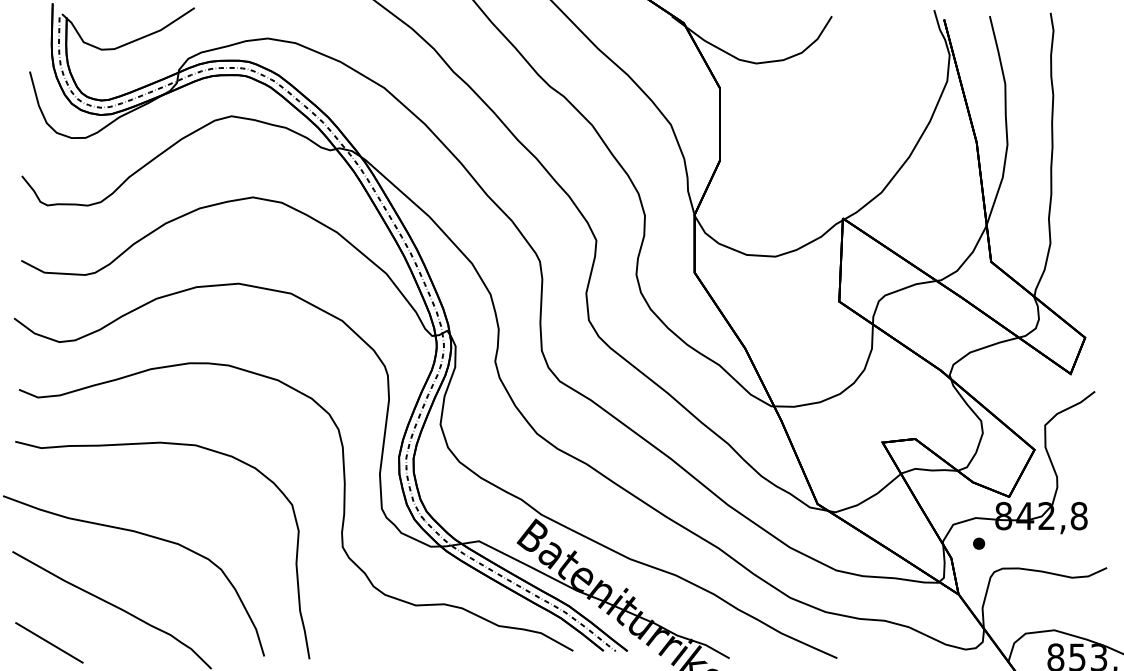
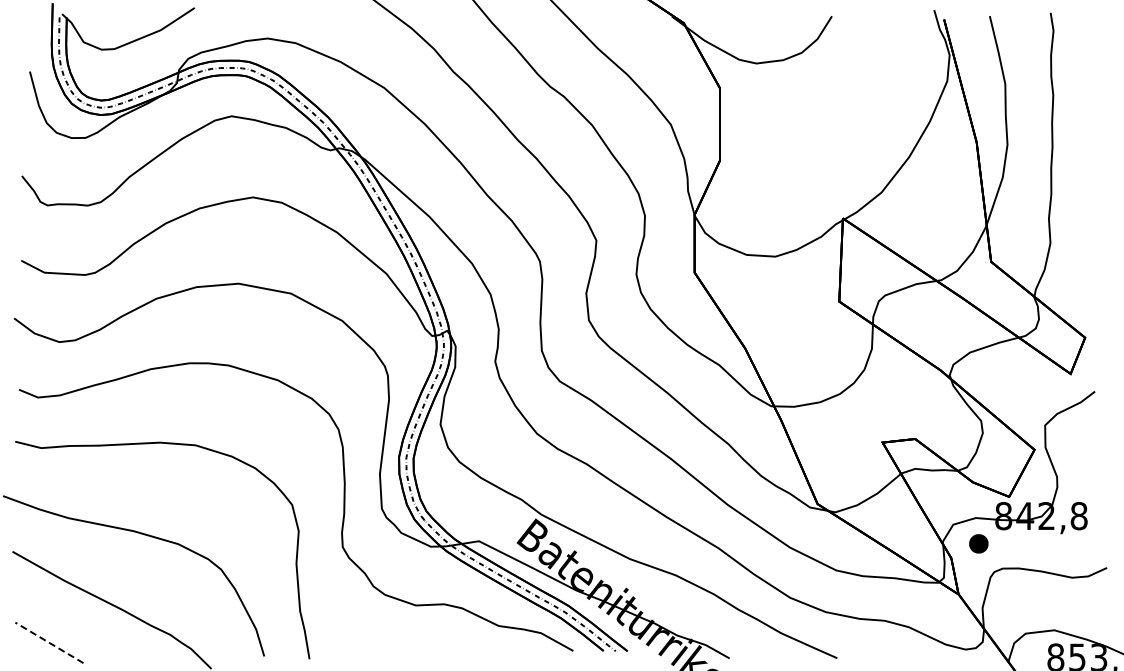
part at (979, 543) size: 13x13 px -> 20x20 px
line at (49, 642): solid -> dashed
